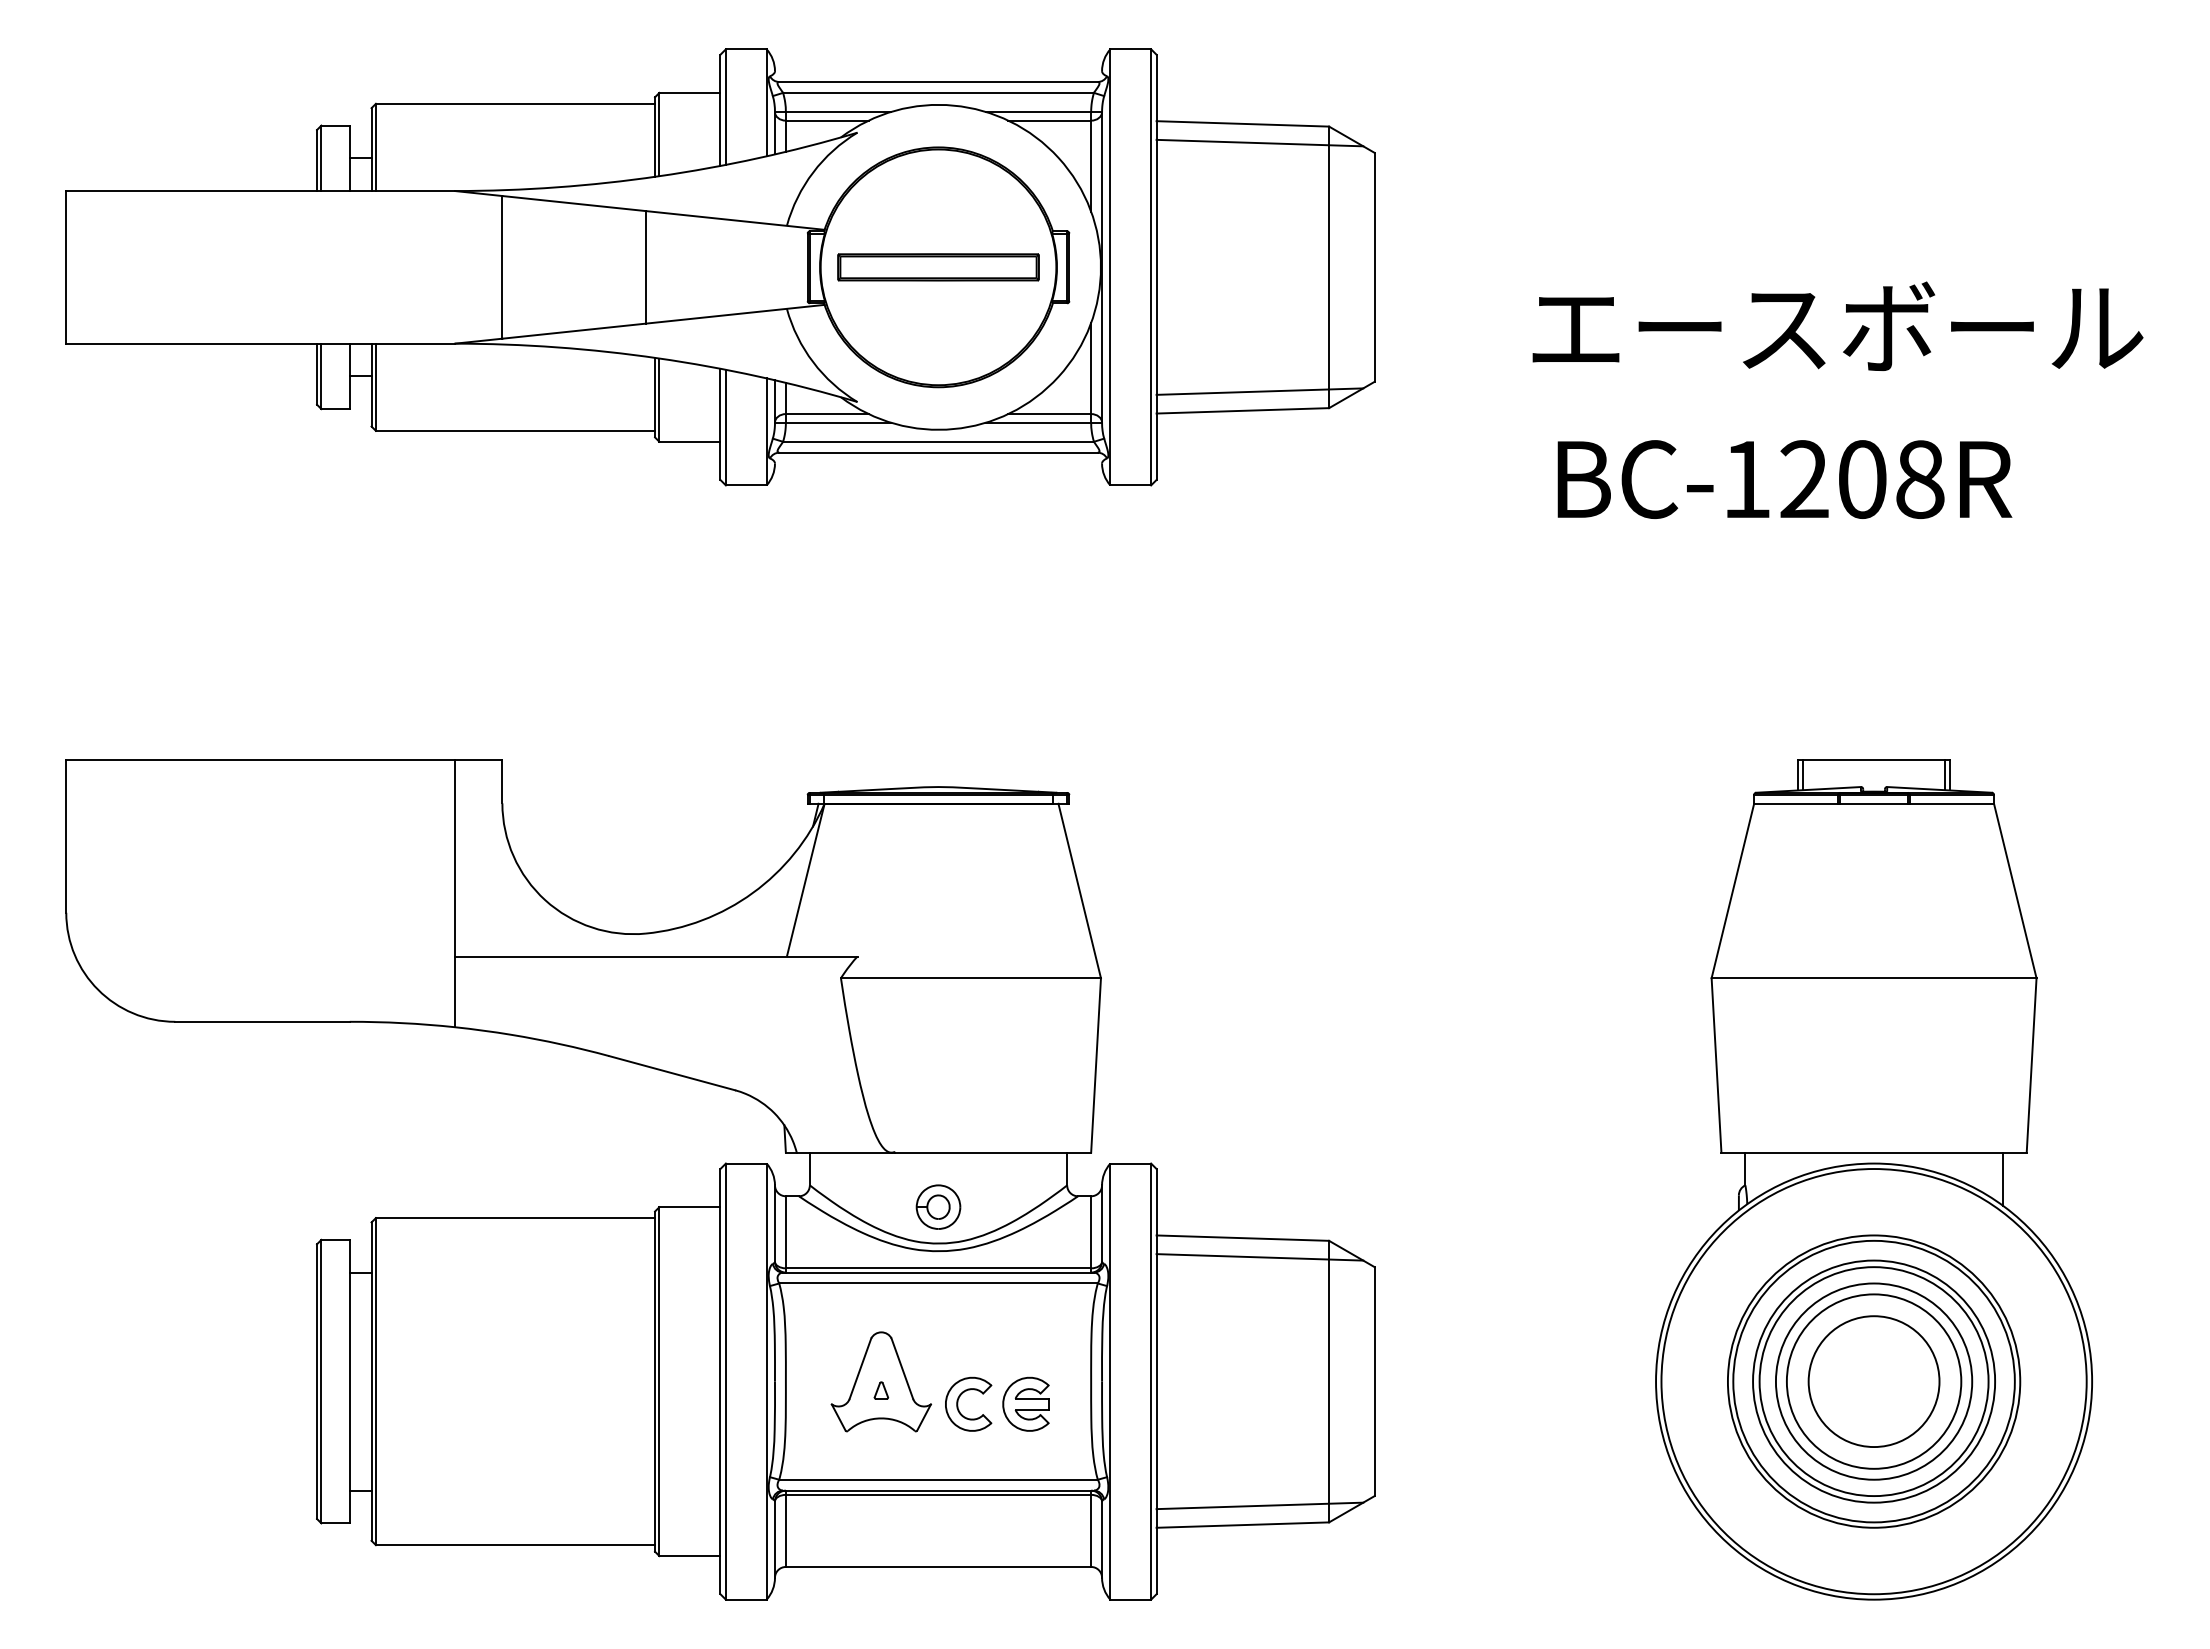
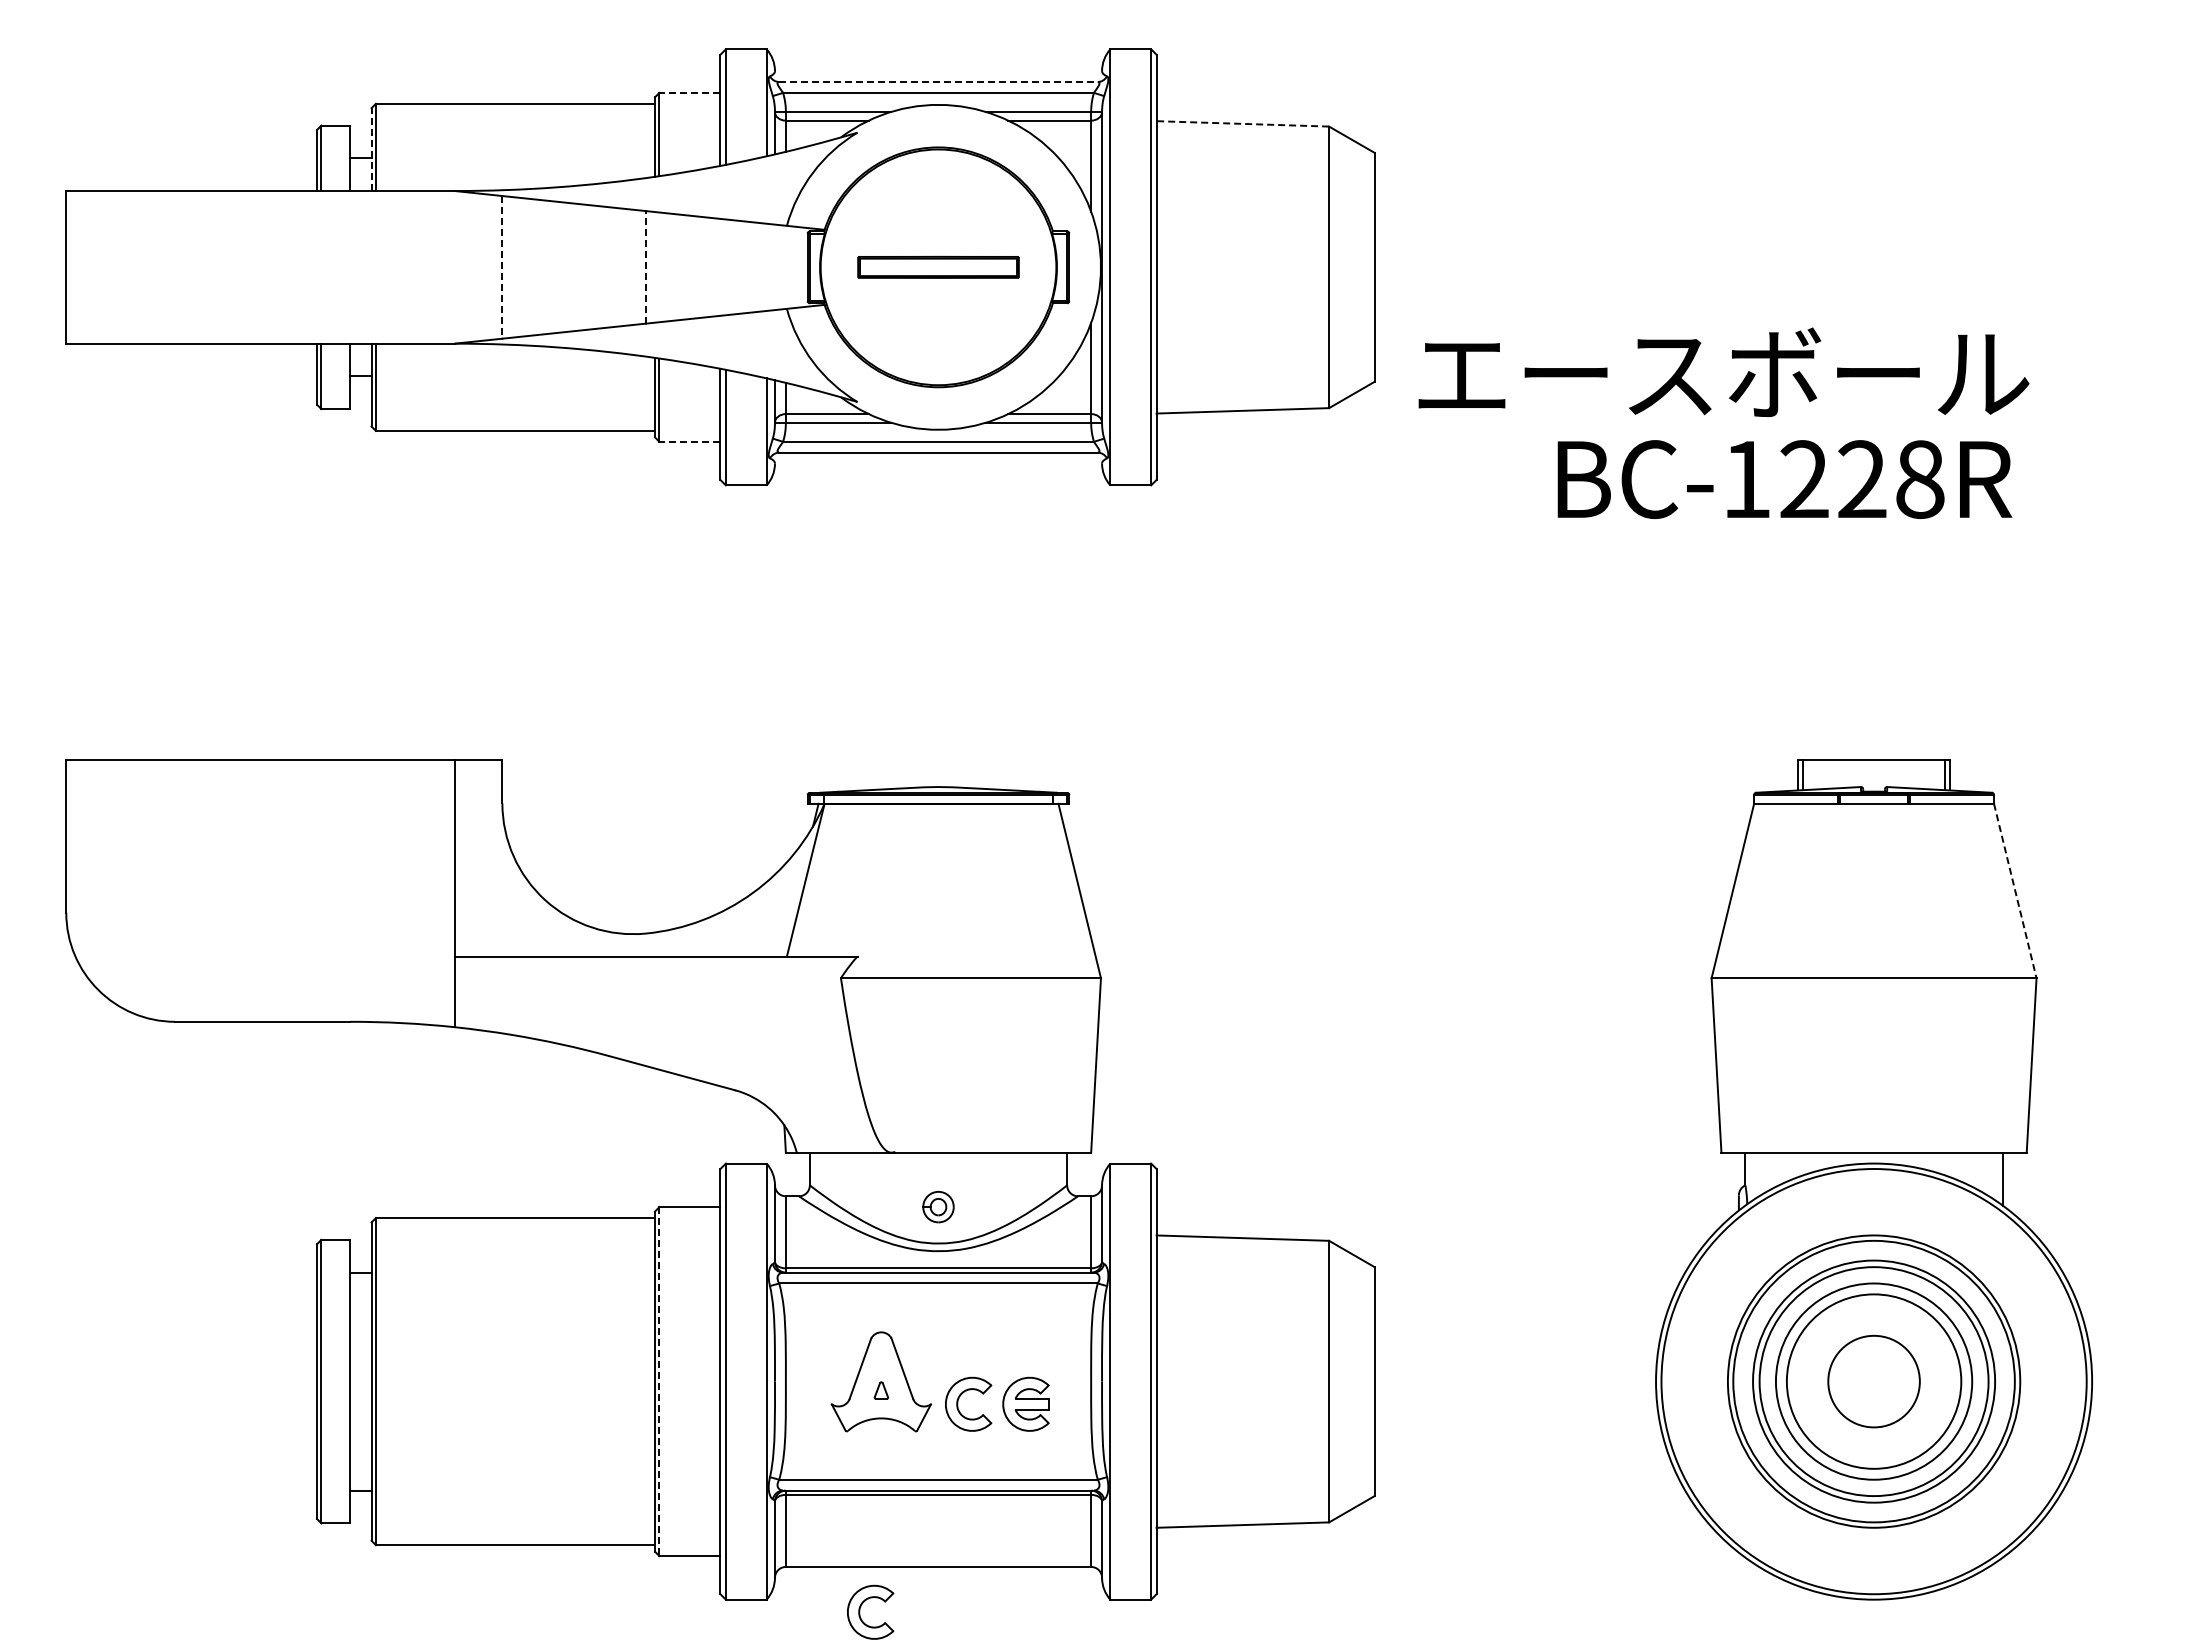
line at (939, 82): solid -> dashed
line at (689, 92): solid -> dashed
line at (1242, 123): solid -> dashed
line at (1259, 142): present -> none
line at (371, 149): solid -> dashed
line at (645, 266): solid -> dashed
line at (502, 267): solid -> dashed
part at (938, 267) size: 203x29 px -> 163x24 px
text at (1837, 325) position: (1837, 325) -> (1723, 371)
line at (1259, 391): present -> none
line at (689, 441): solid -> dashed
text at (1862, 479): BC-1208R -> BC-1228R
line at (2015, 890): solid -> dashed
part at (938, 1206) size: 47x46 px -> 33x33 px
line at (1259, 1257): present -> none
circle at (1873, 1381) diameter: 131 px -> 92 px
line at (659, 1382): solid -> dashed
line at (1259, 1505): present -> none
part at (860, 1611): none -> present
